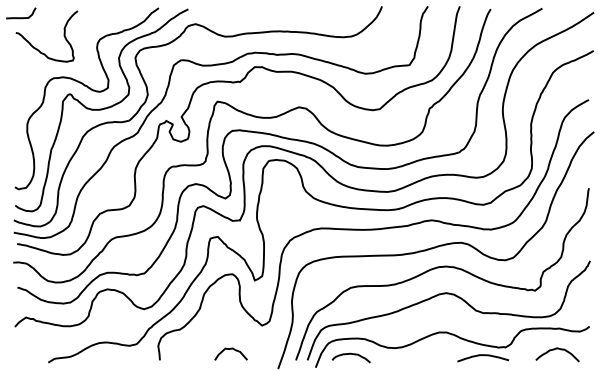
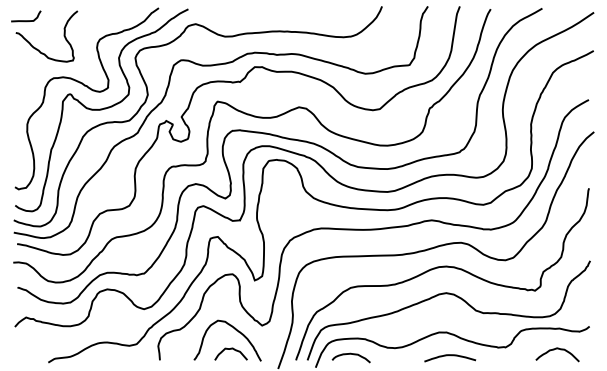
curve at (21, 17) position: (21, 17) -> (26, 20)
curve at (235, 330): none -> present
curve at (483, 356) position: (483, 356) -> (450, 356)
